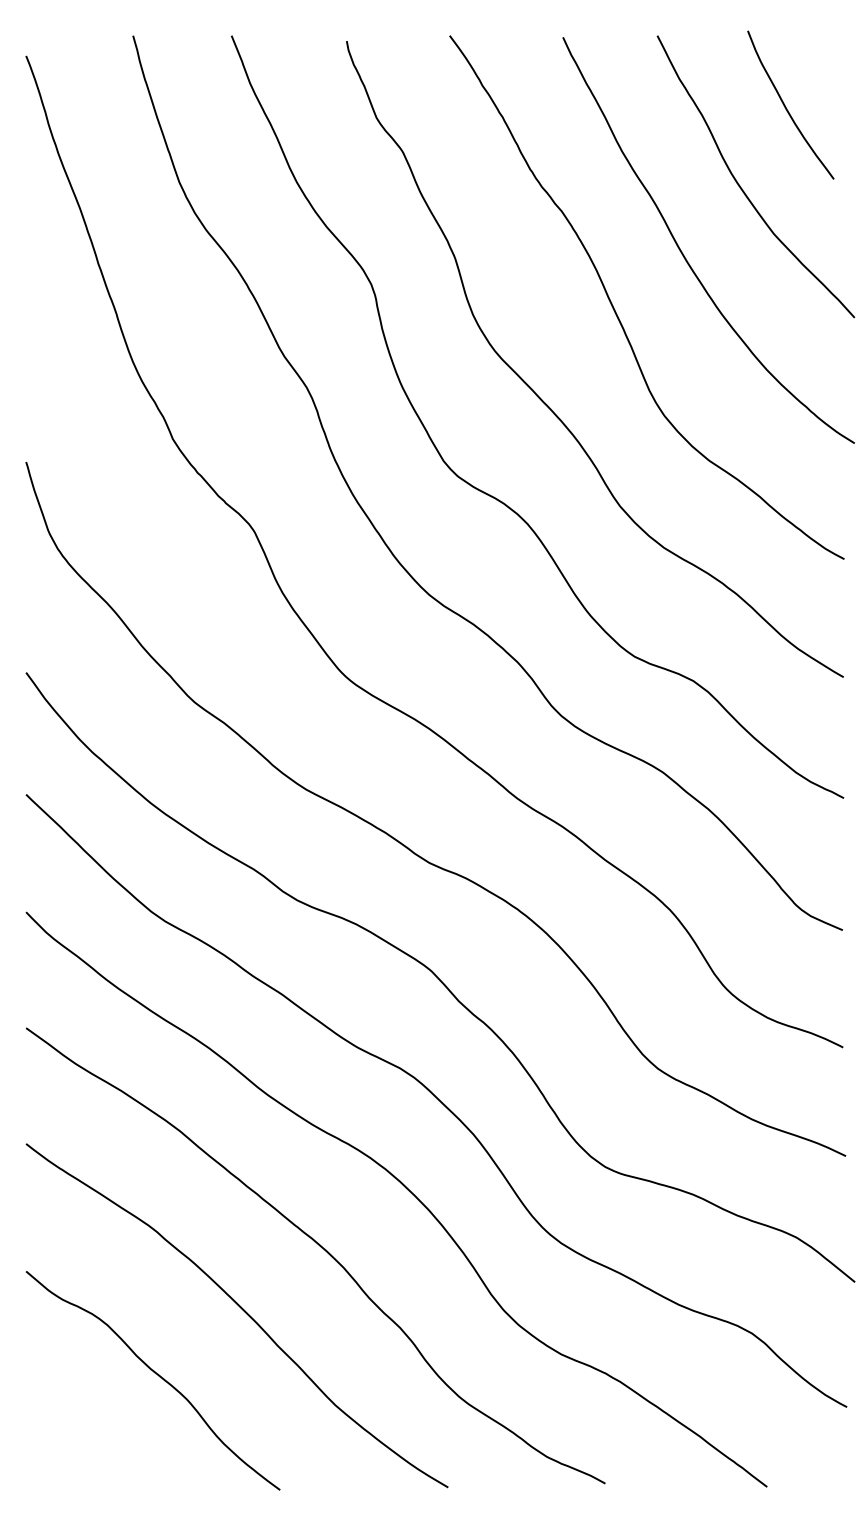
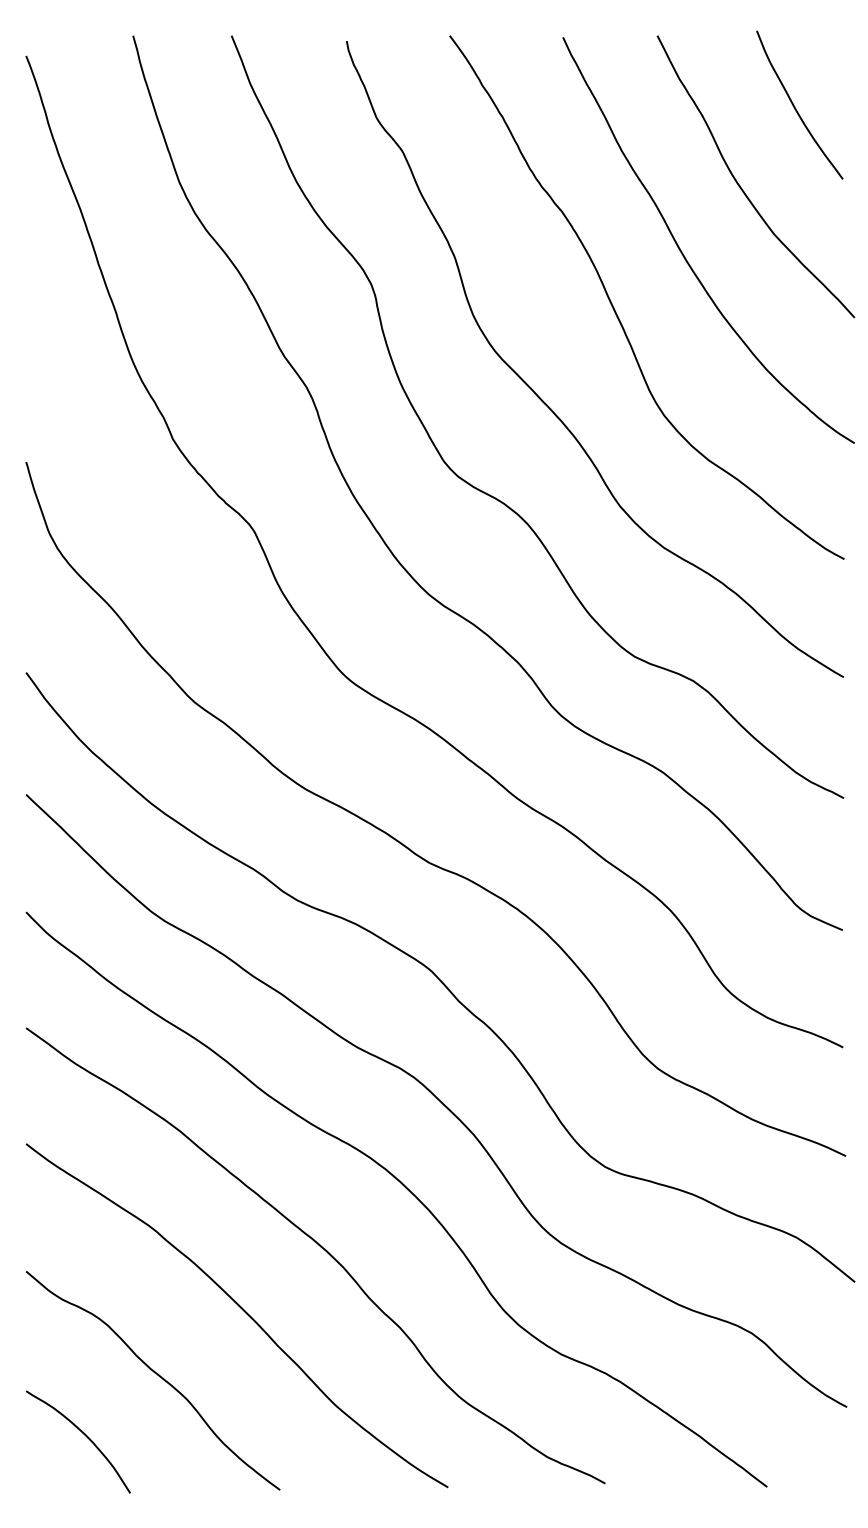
curve at (786, 106) position: (786, 106) -> (795, 106)
curve at (84, 1435): none -> present
